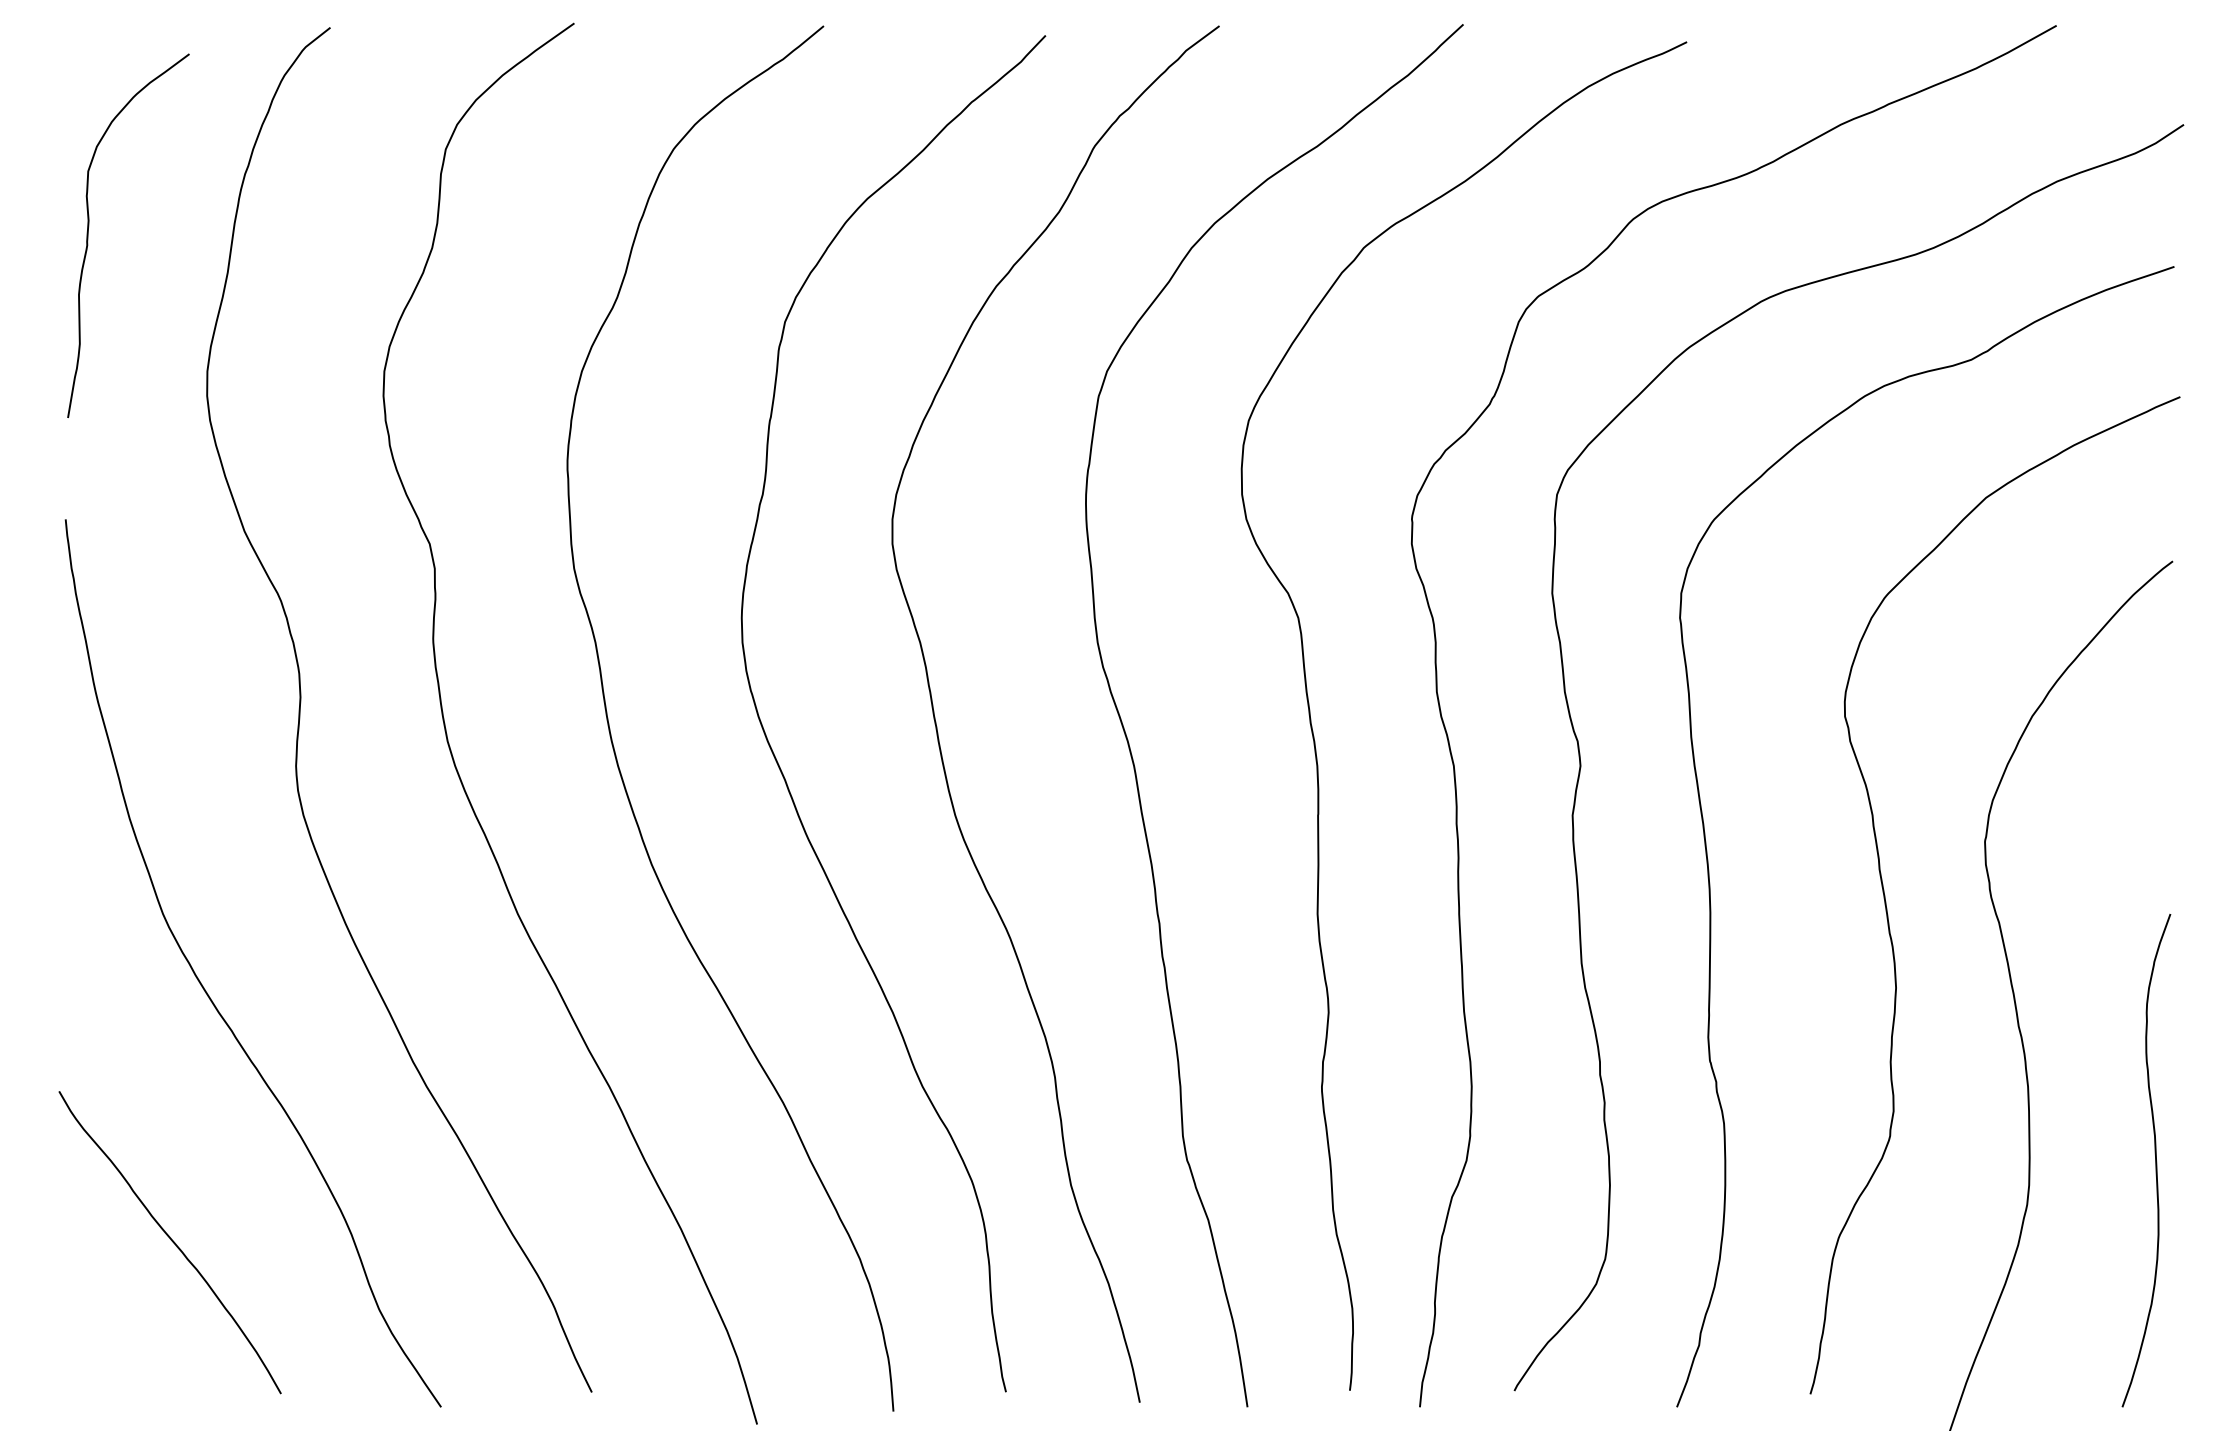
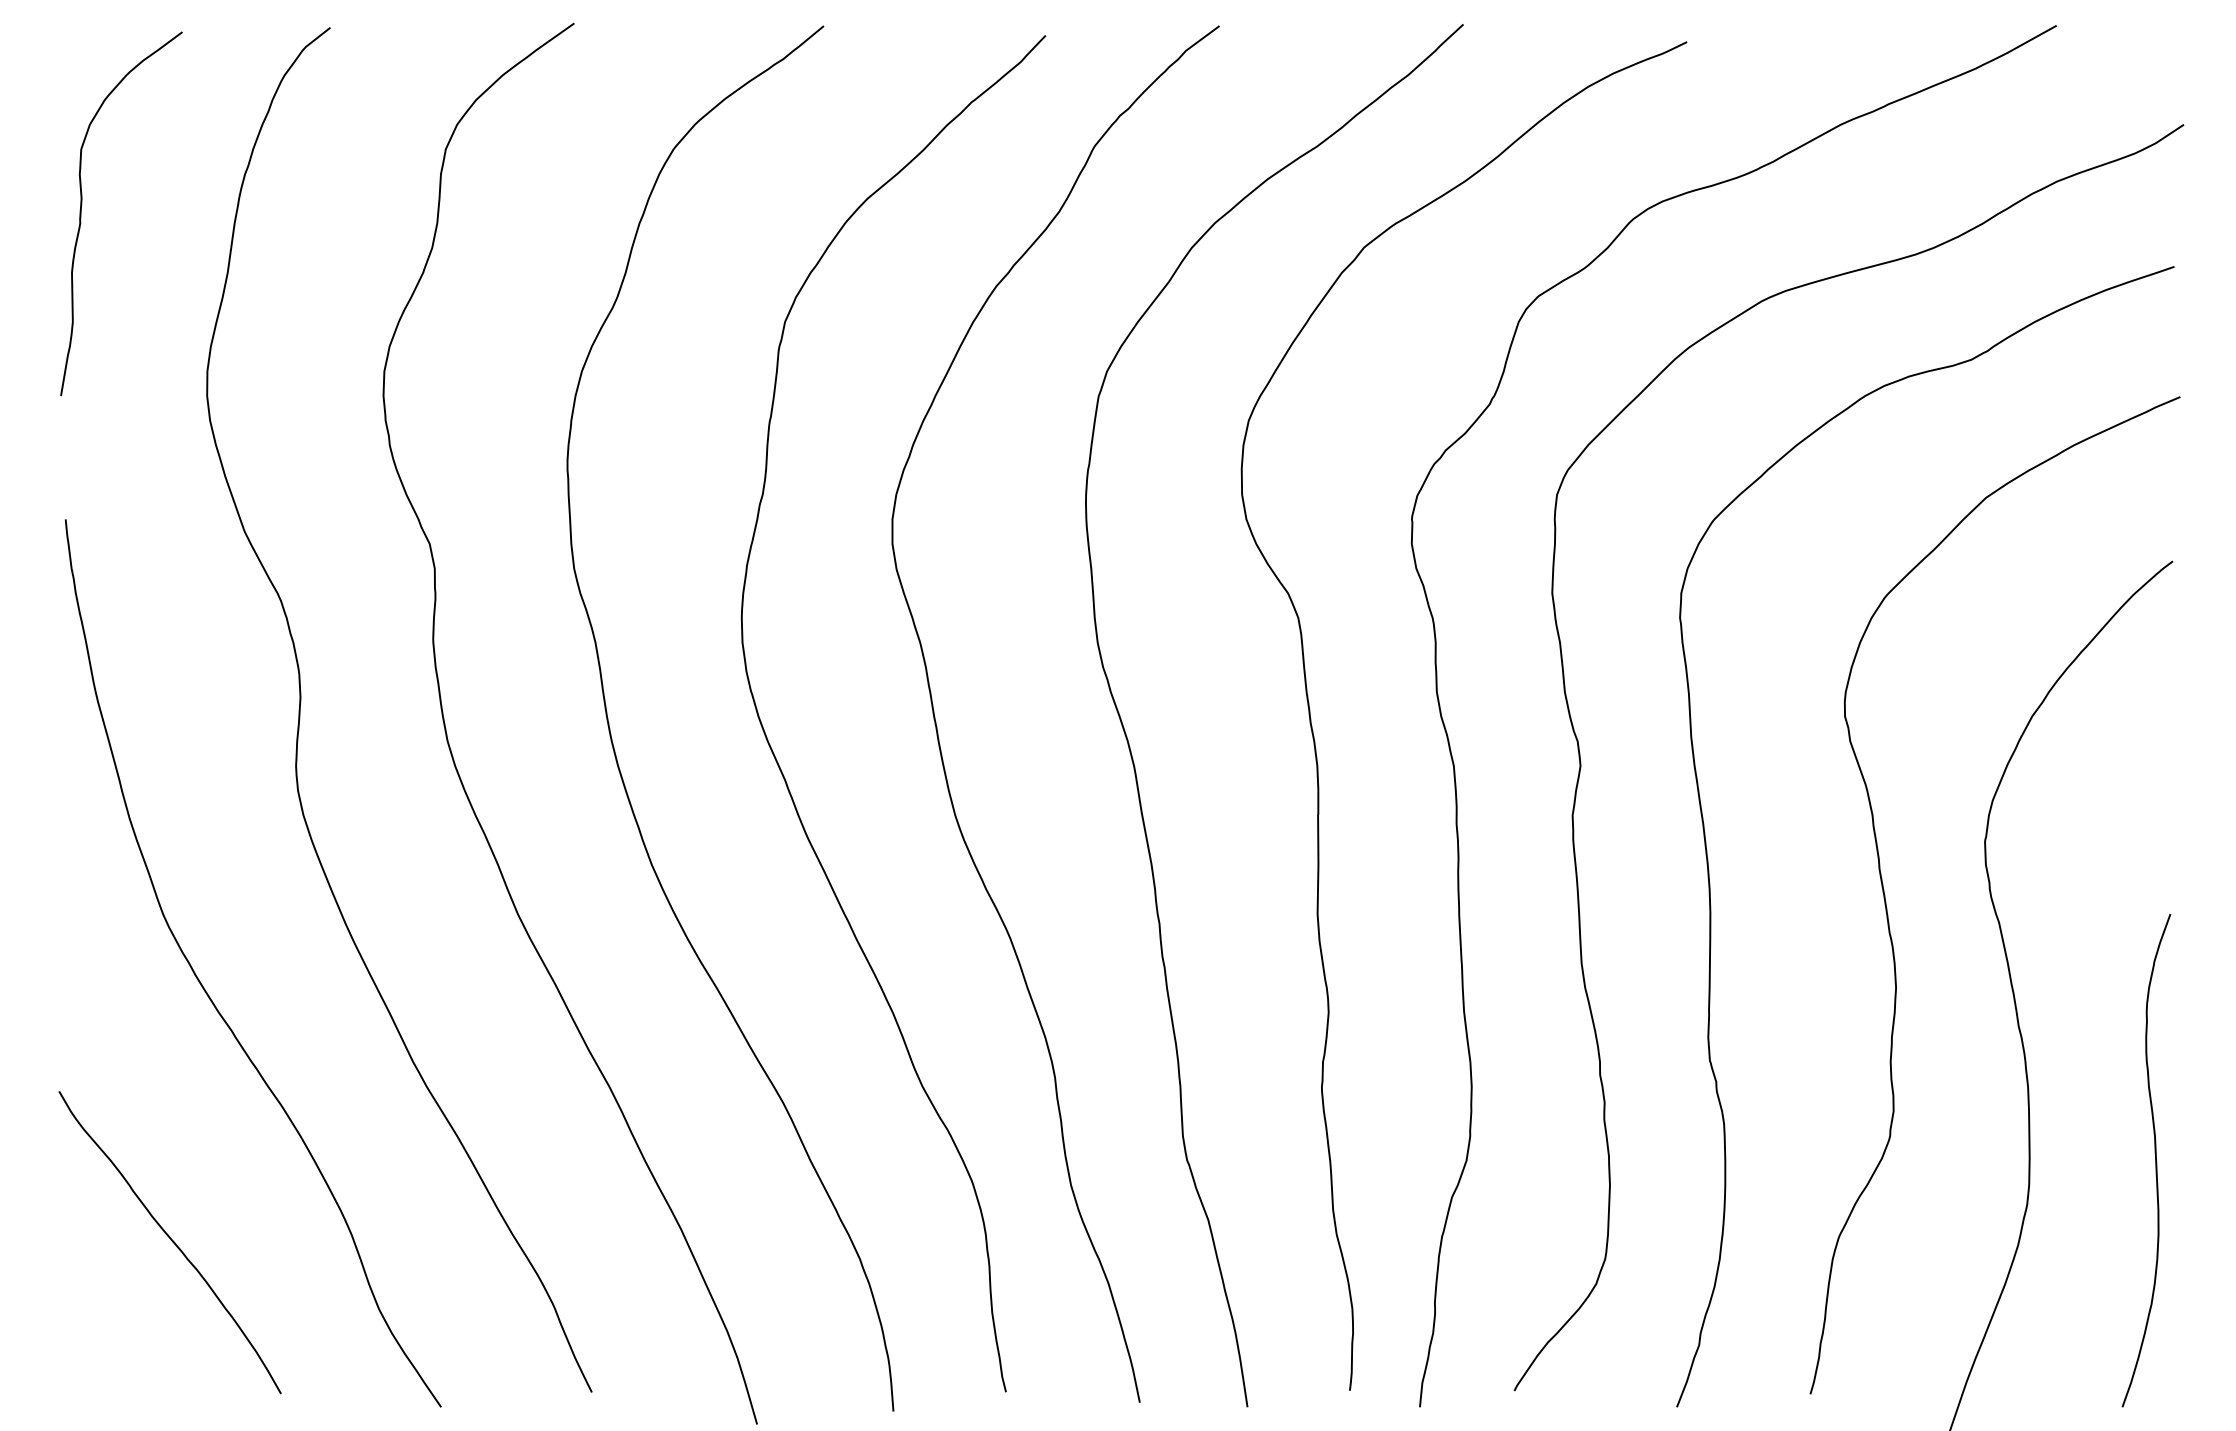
curve at (88, 235) position: (88, 235) -> (81, 213)
